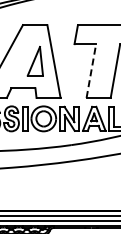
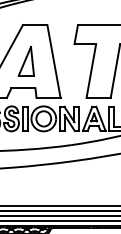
part at (34, 61) position: (34, 61) -> (25, 61)
line at (91, 70): dashed -> solid
line at (59, 206): none -> present
